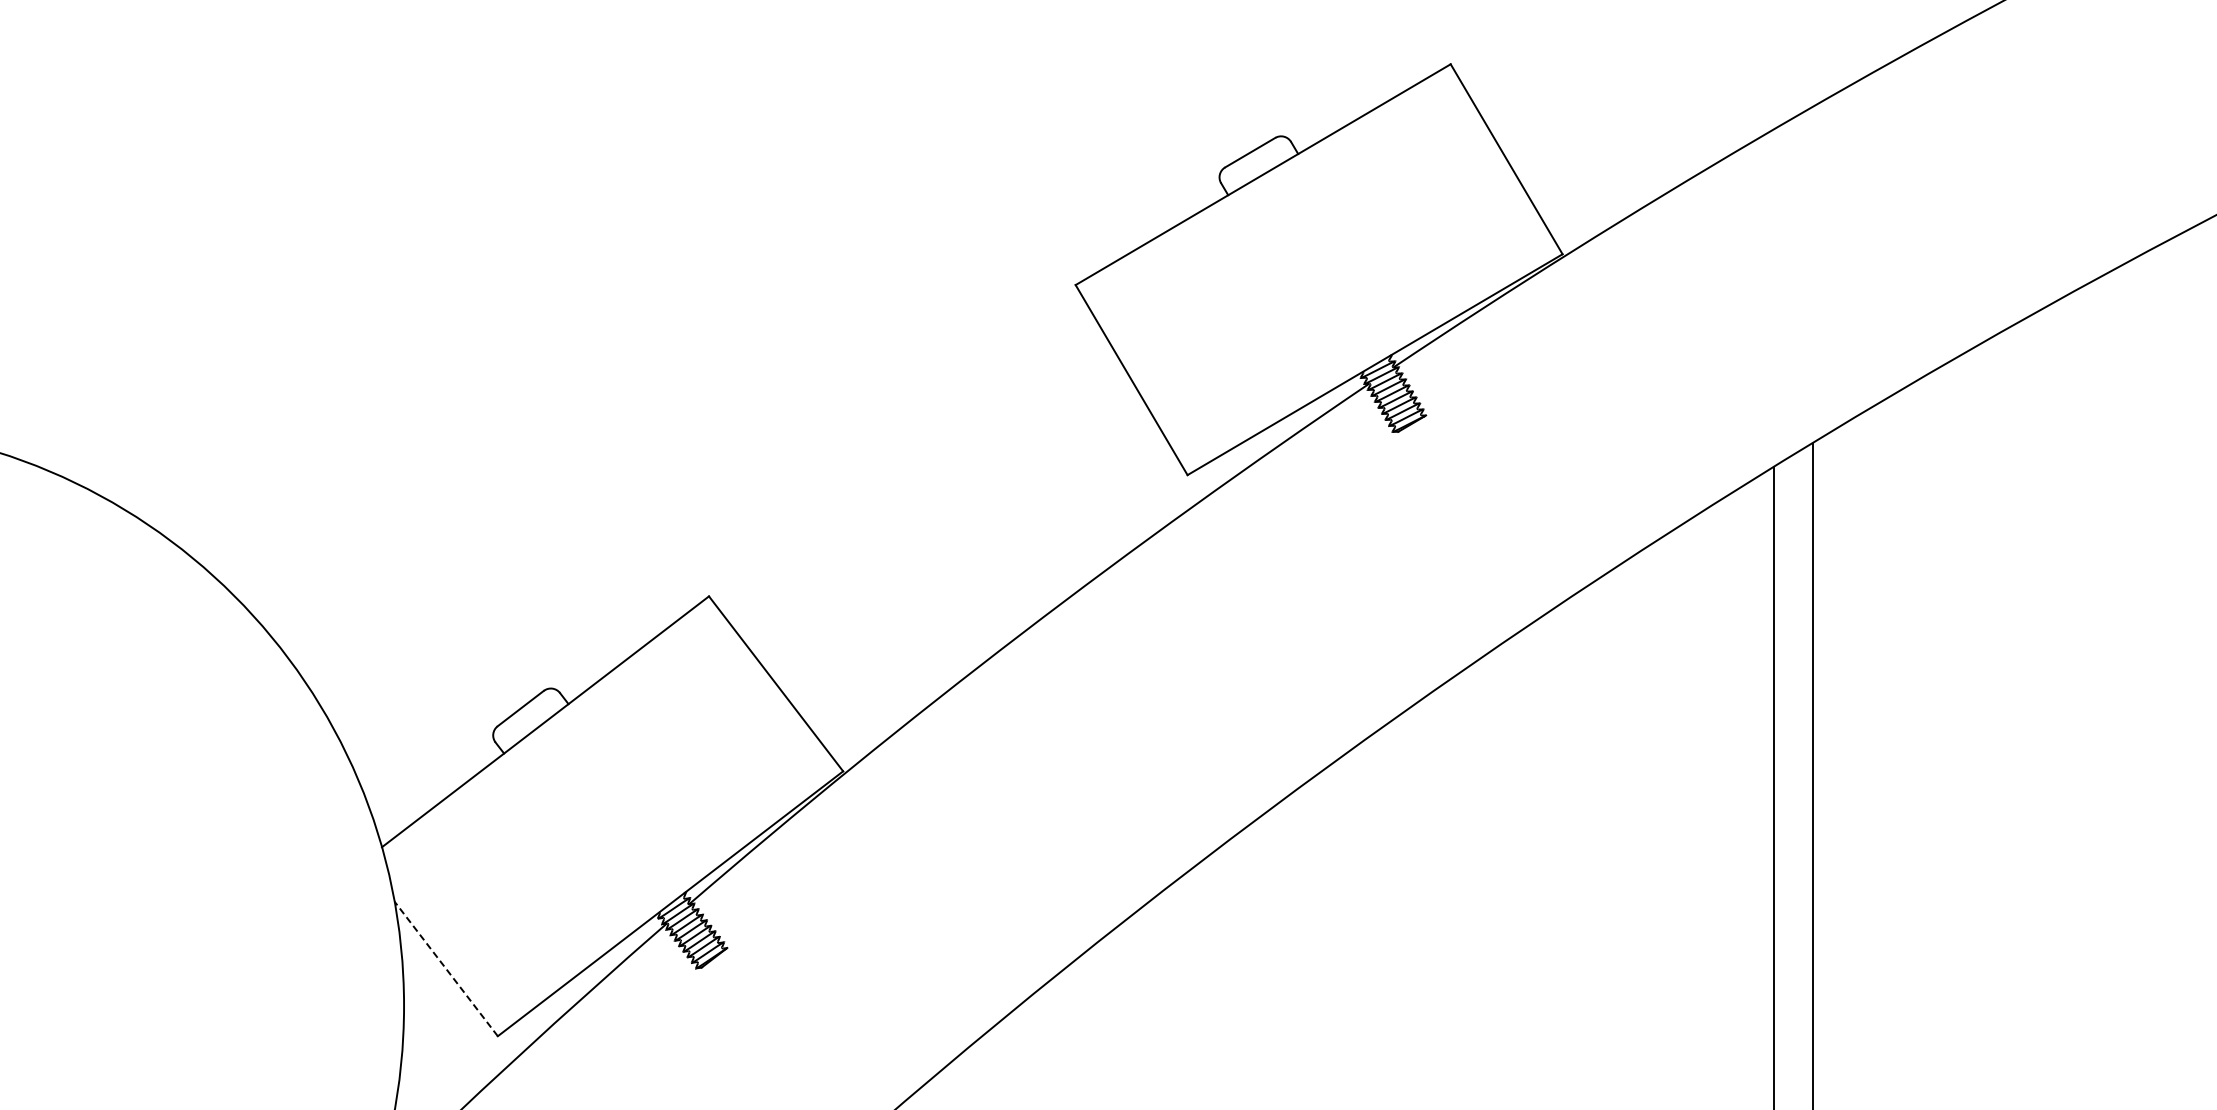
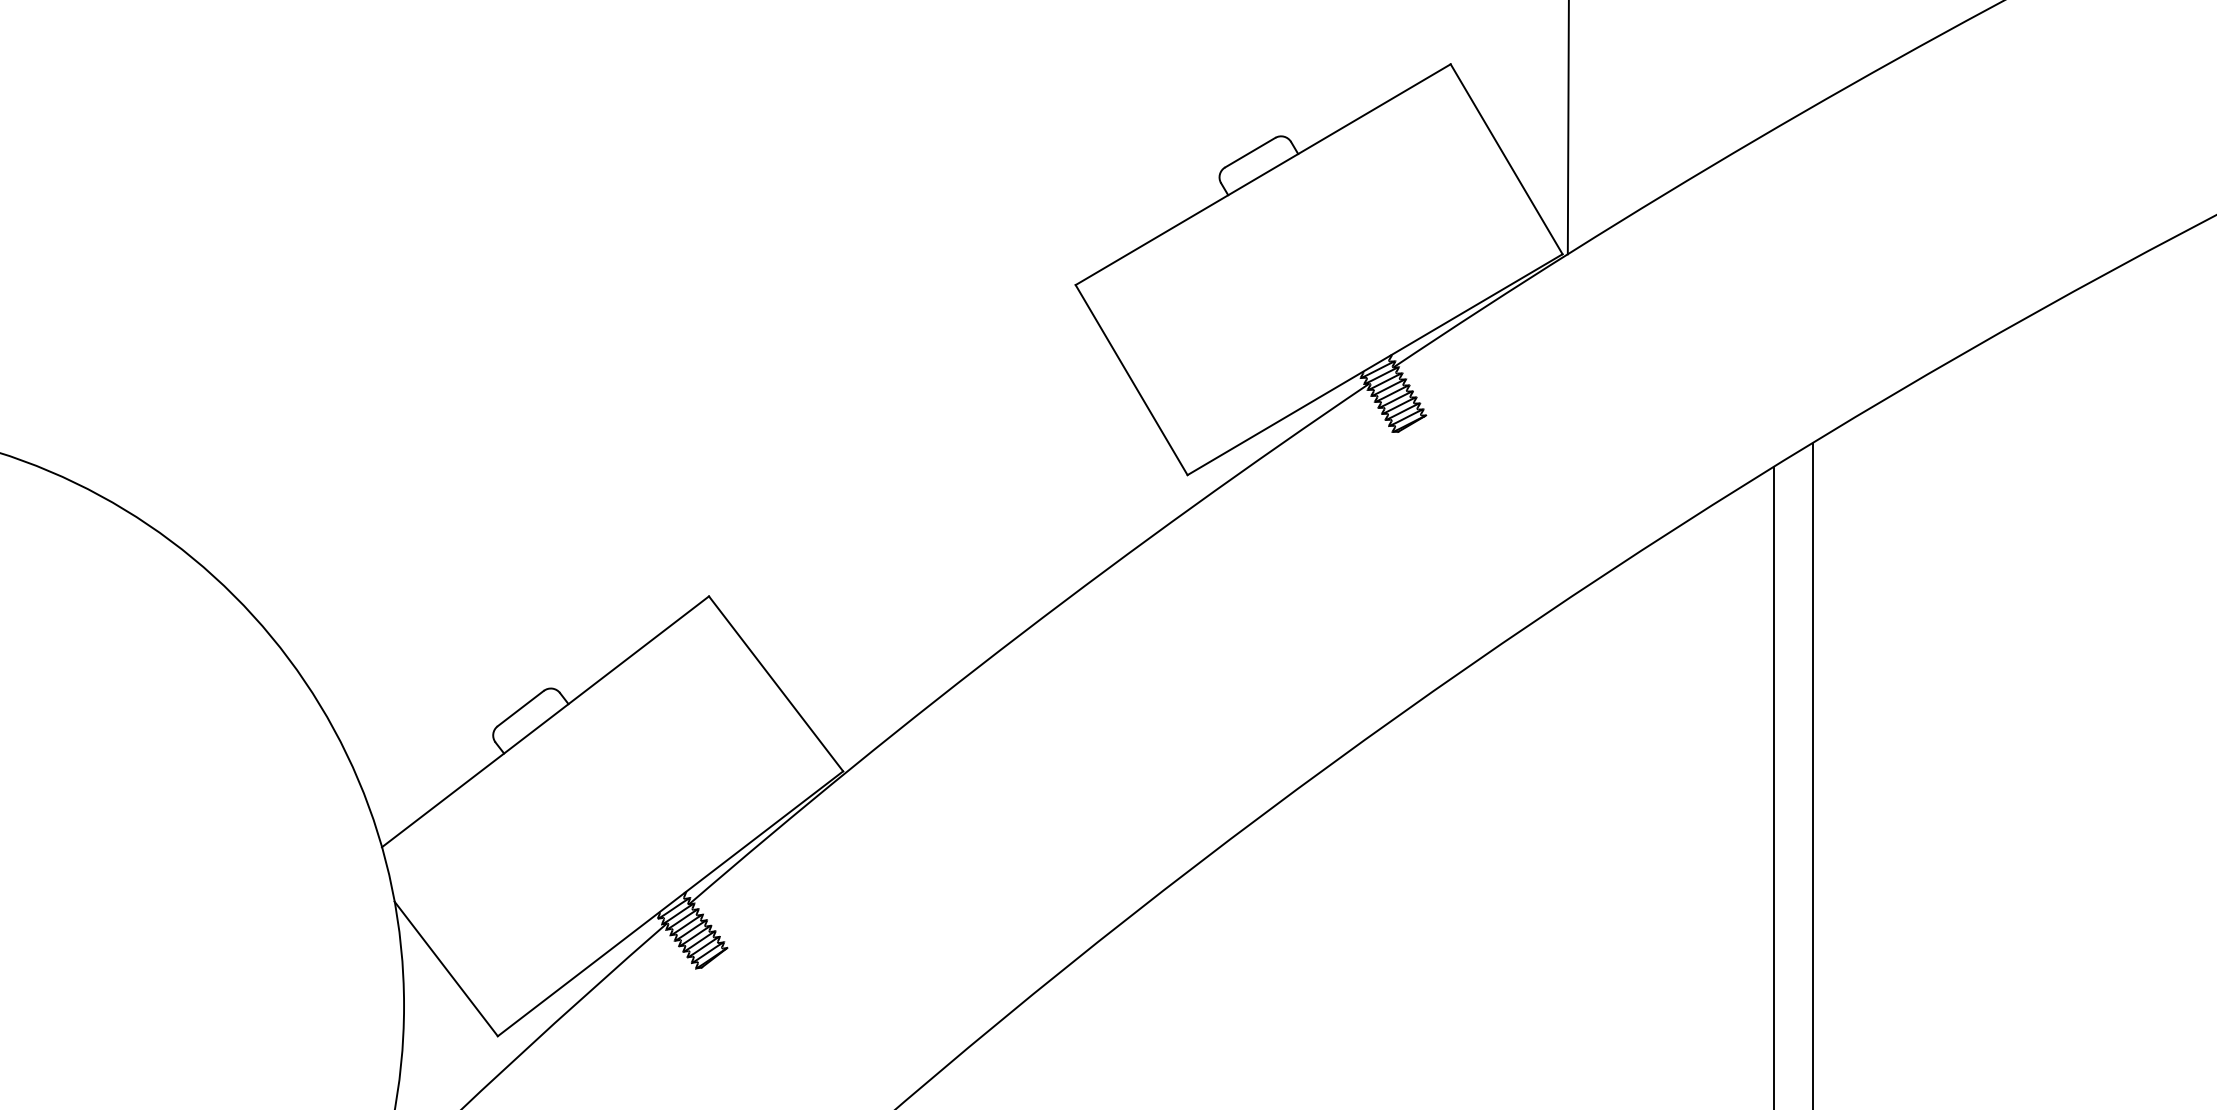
line at (1567, 128): none -> present
line at (446, 968): dashed -> solid
